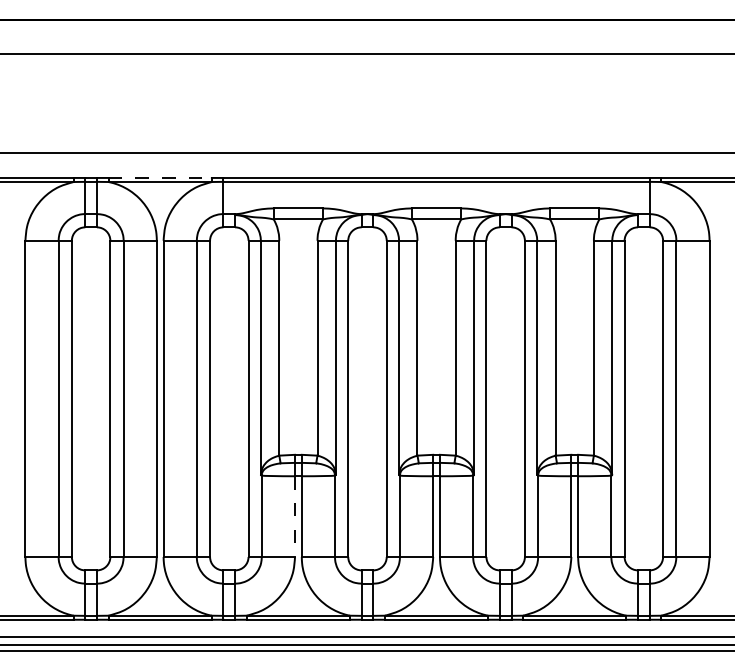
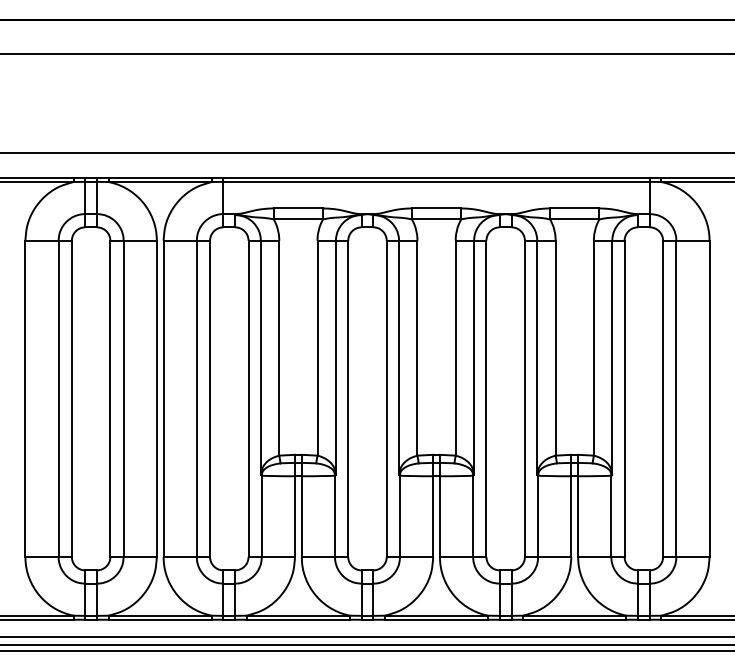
line at (160, 177): dashed -> solid
line at (295, 517): dashed -> solid
